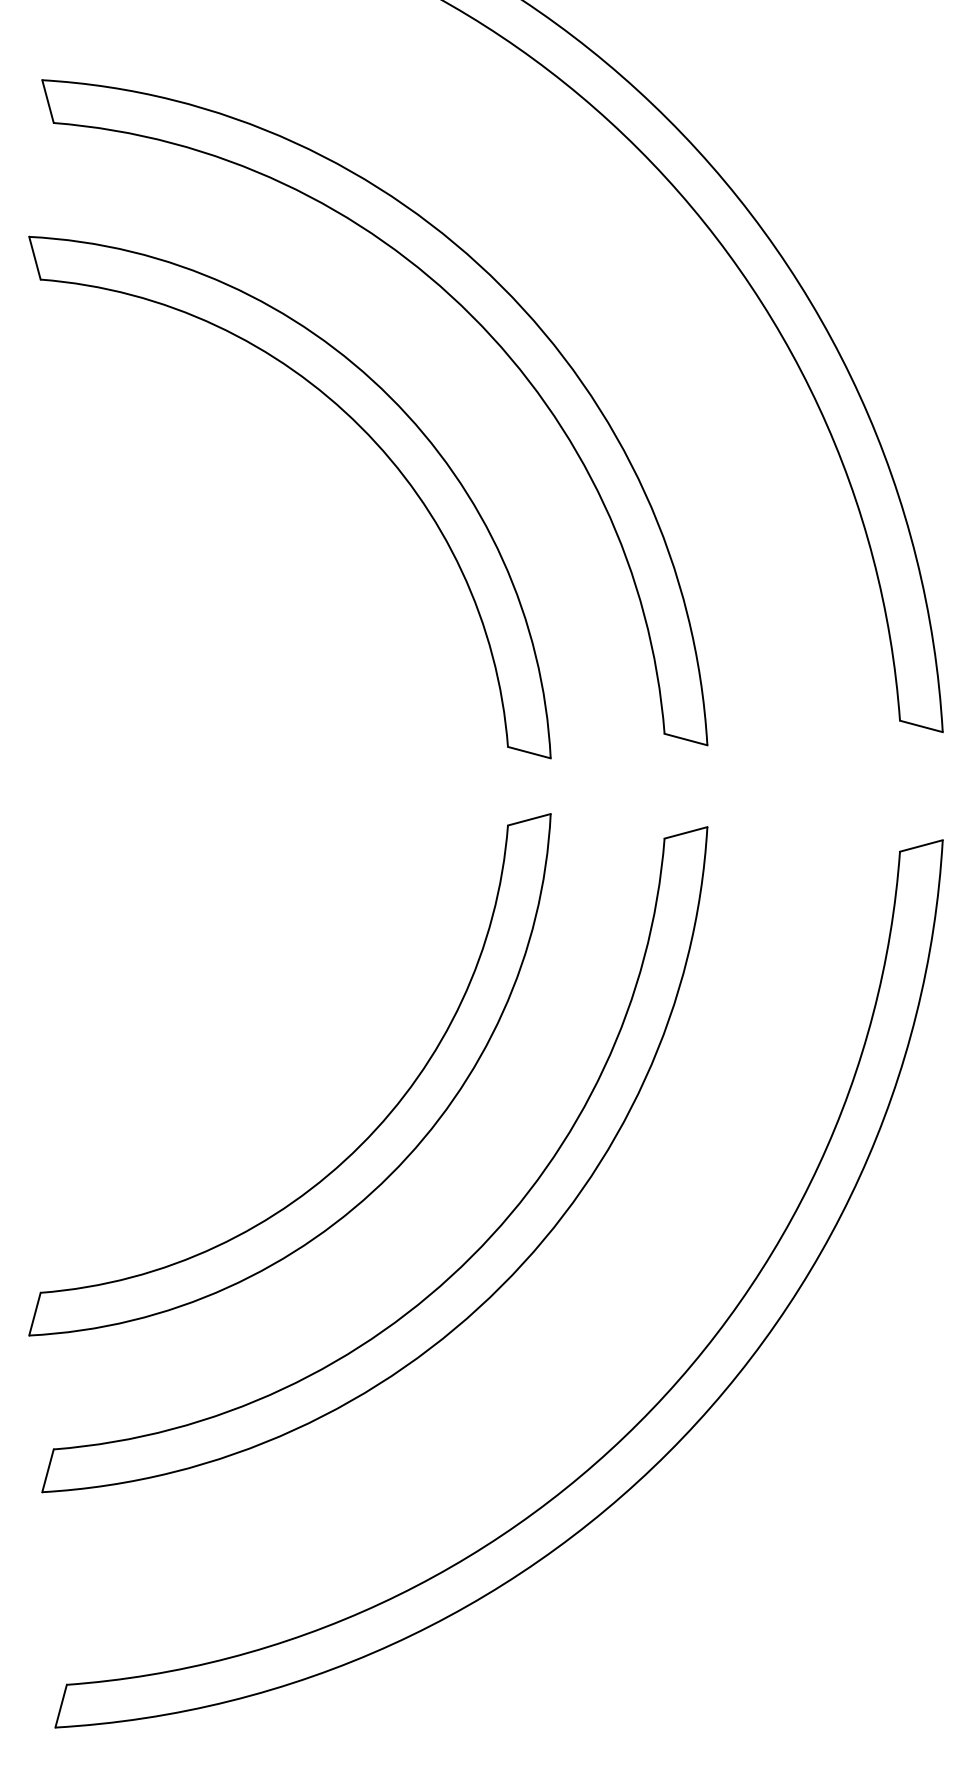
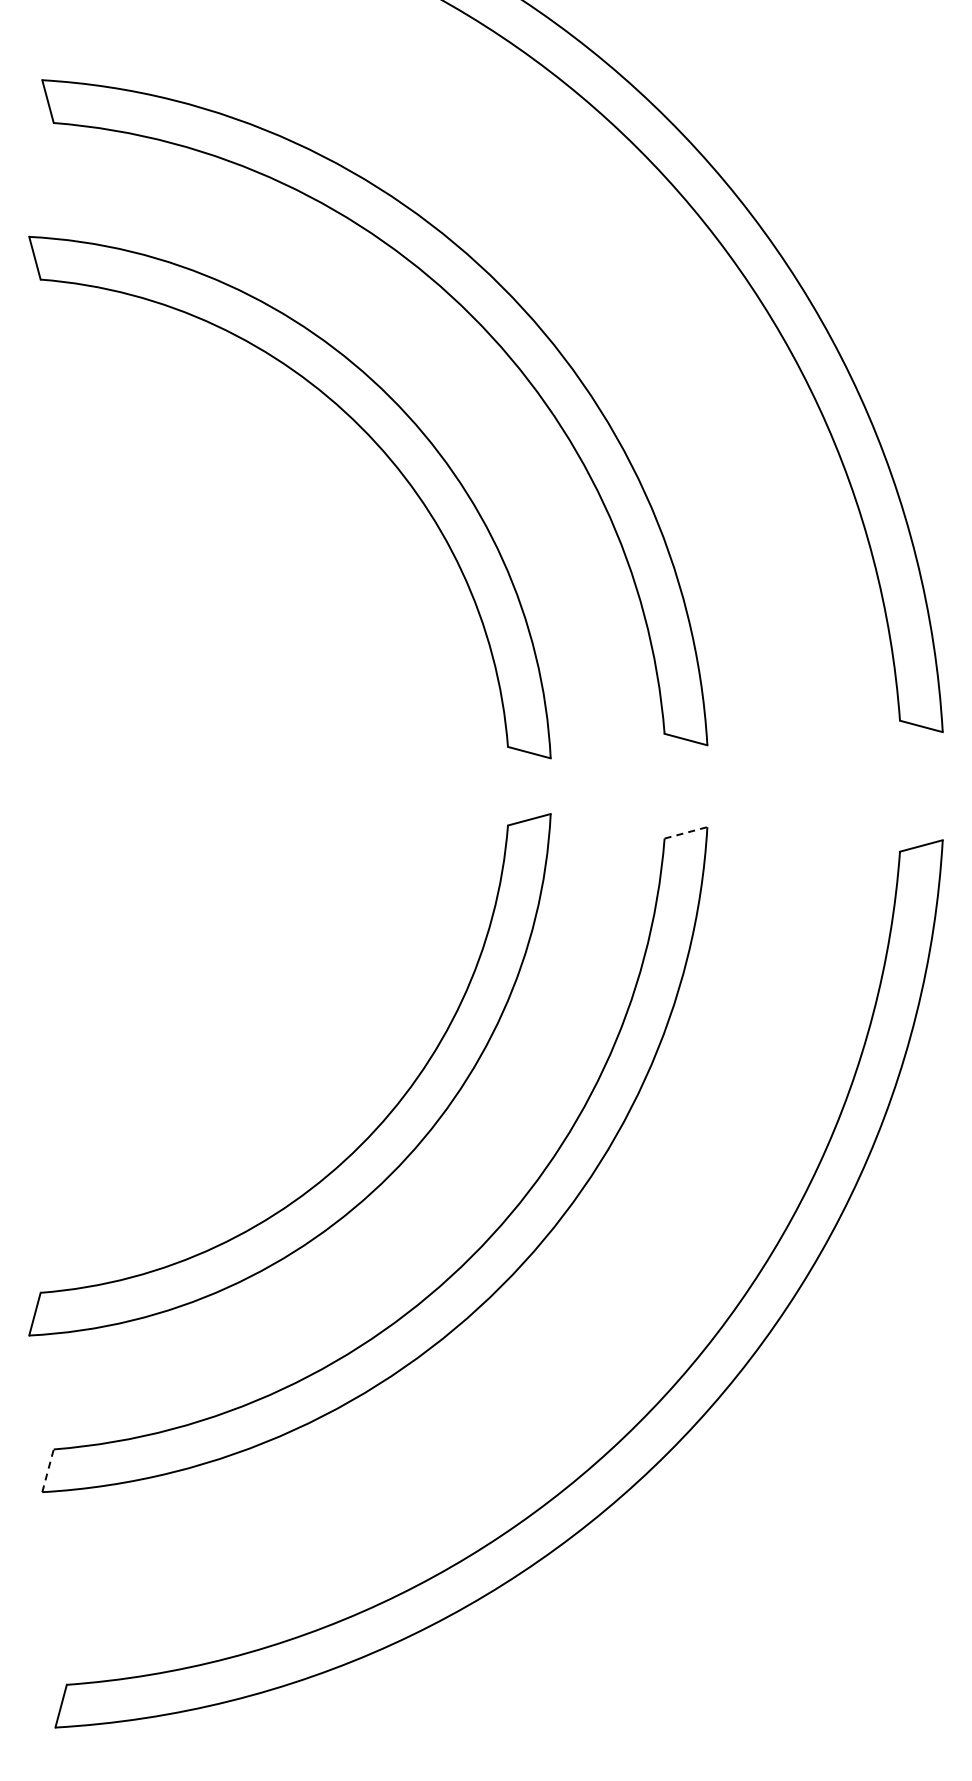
line at (686, 832): solid -> dashed
line at (48, 1470): solid -> dashed
